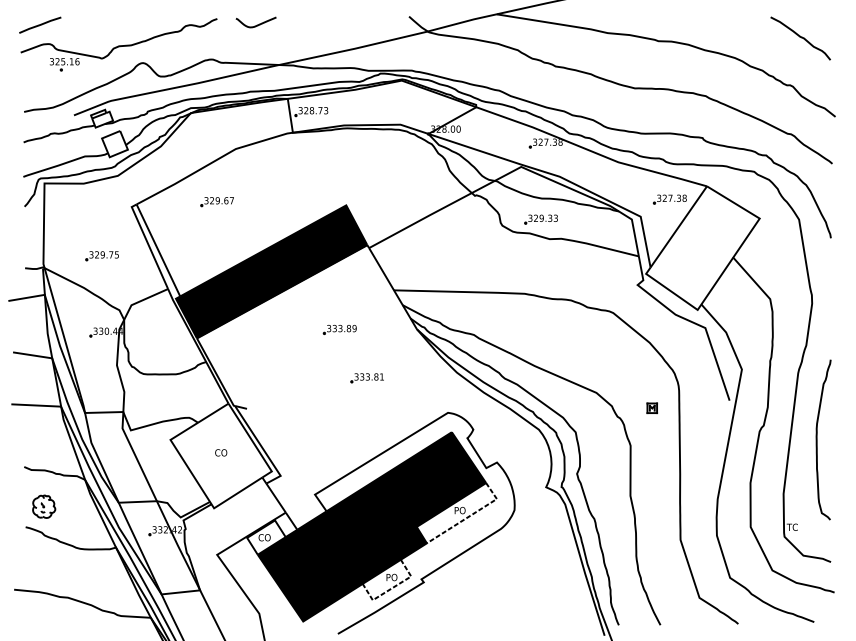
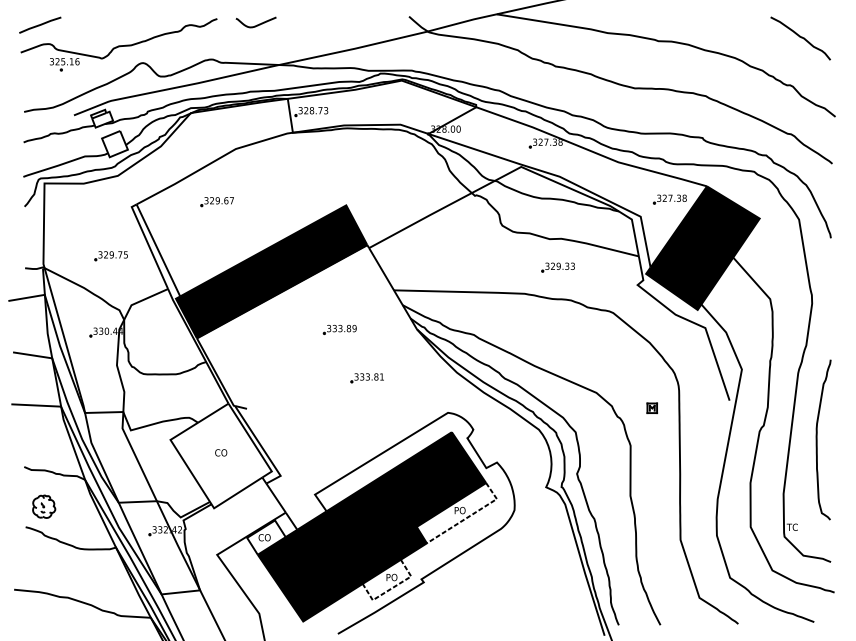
part at (540, 219) position: (540, 219) -> (557, 267)
fill at (702, 247): none -> present
part at (101, 256) position: (101, 256) -> (110, 256)
